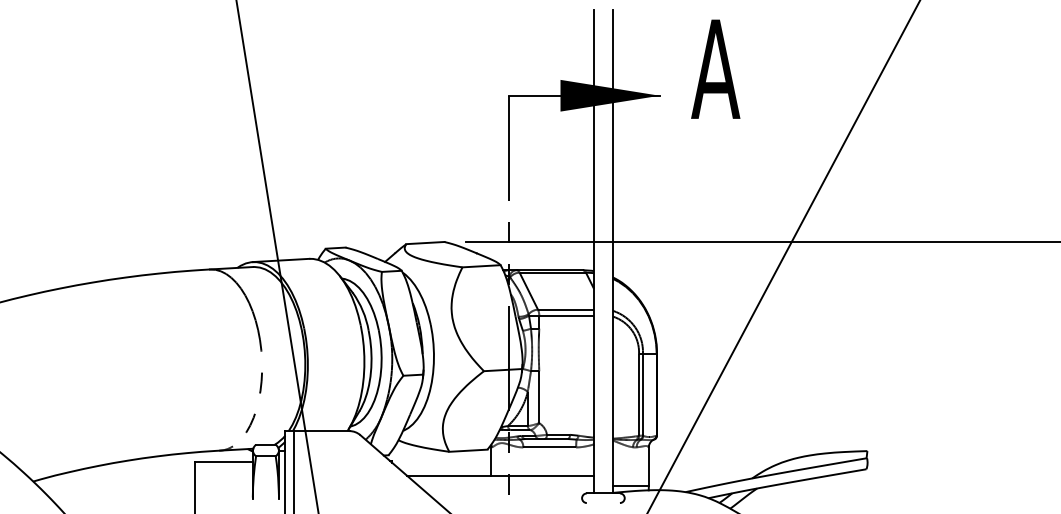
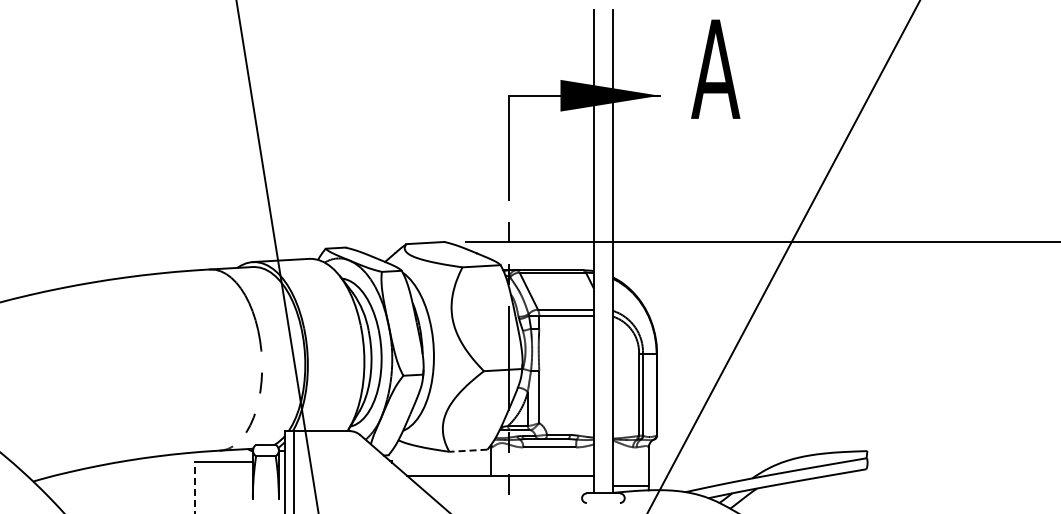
line at (467, 450): solid -> dashed
line at (195, 487): solid -> dashed
